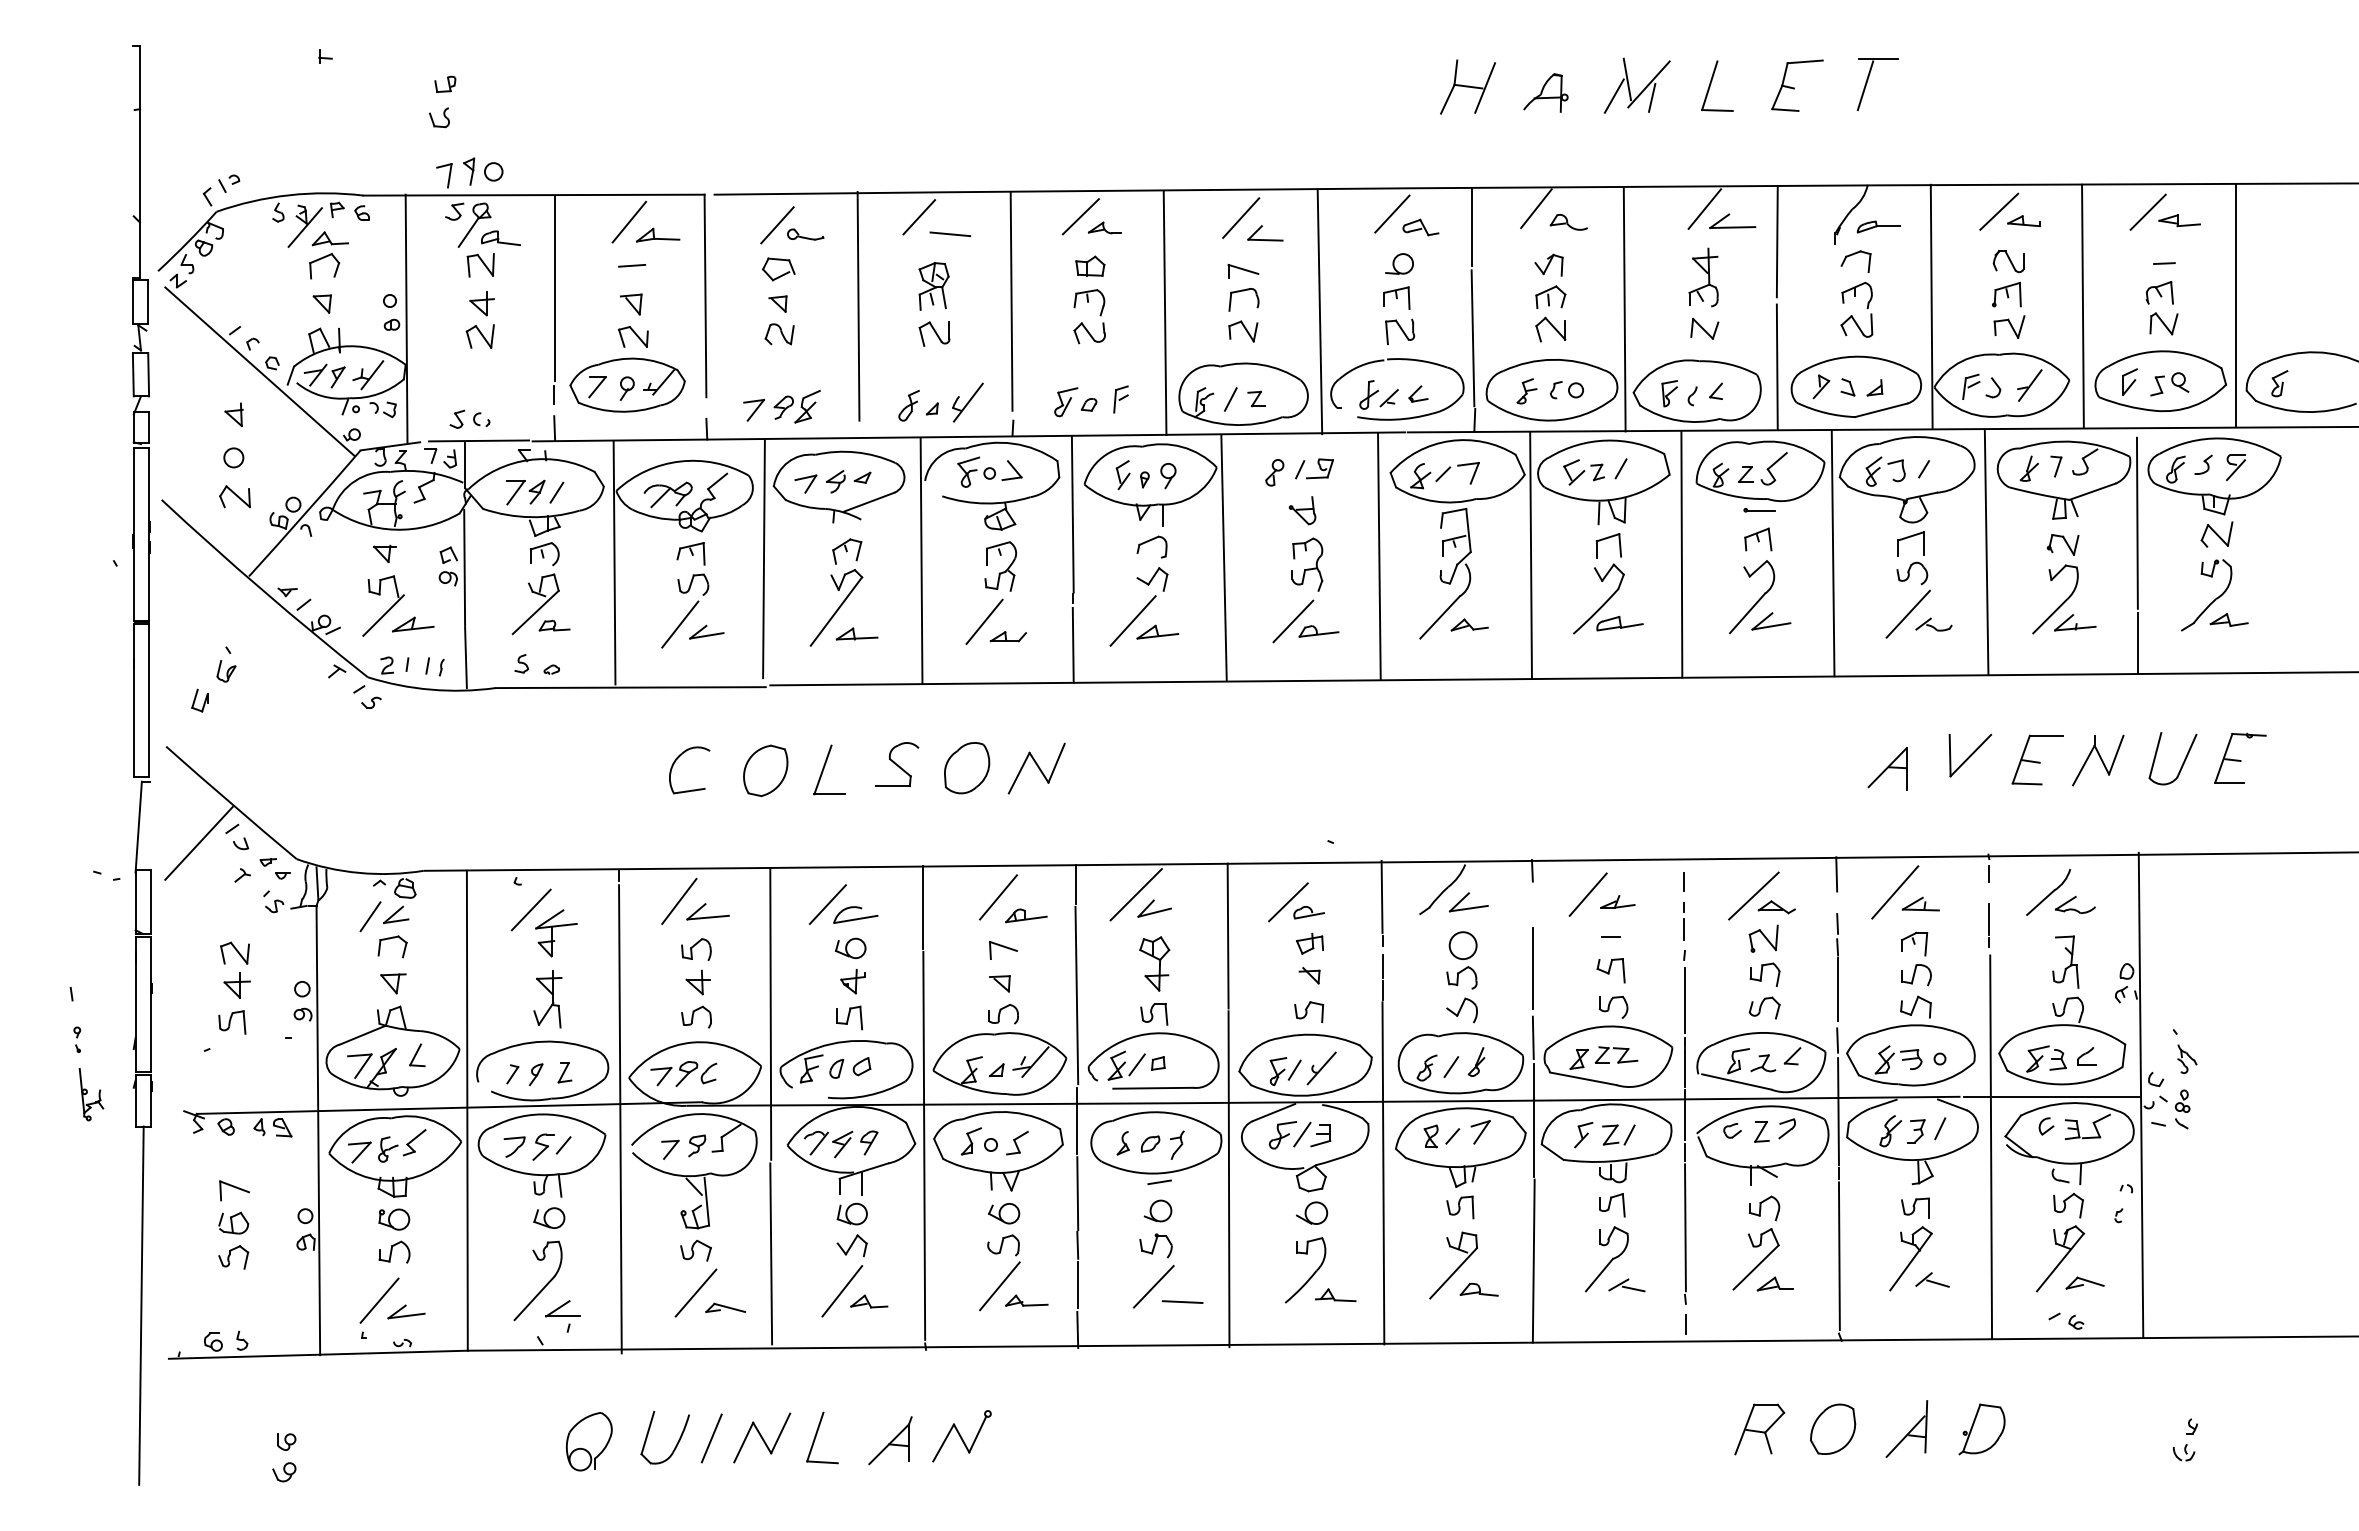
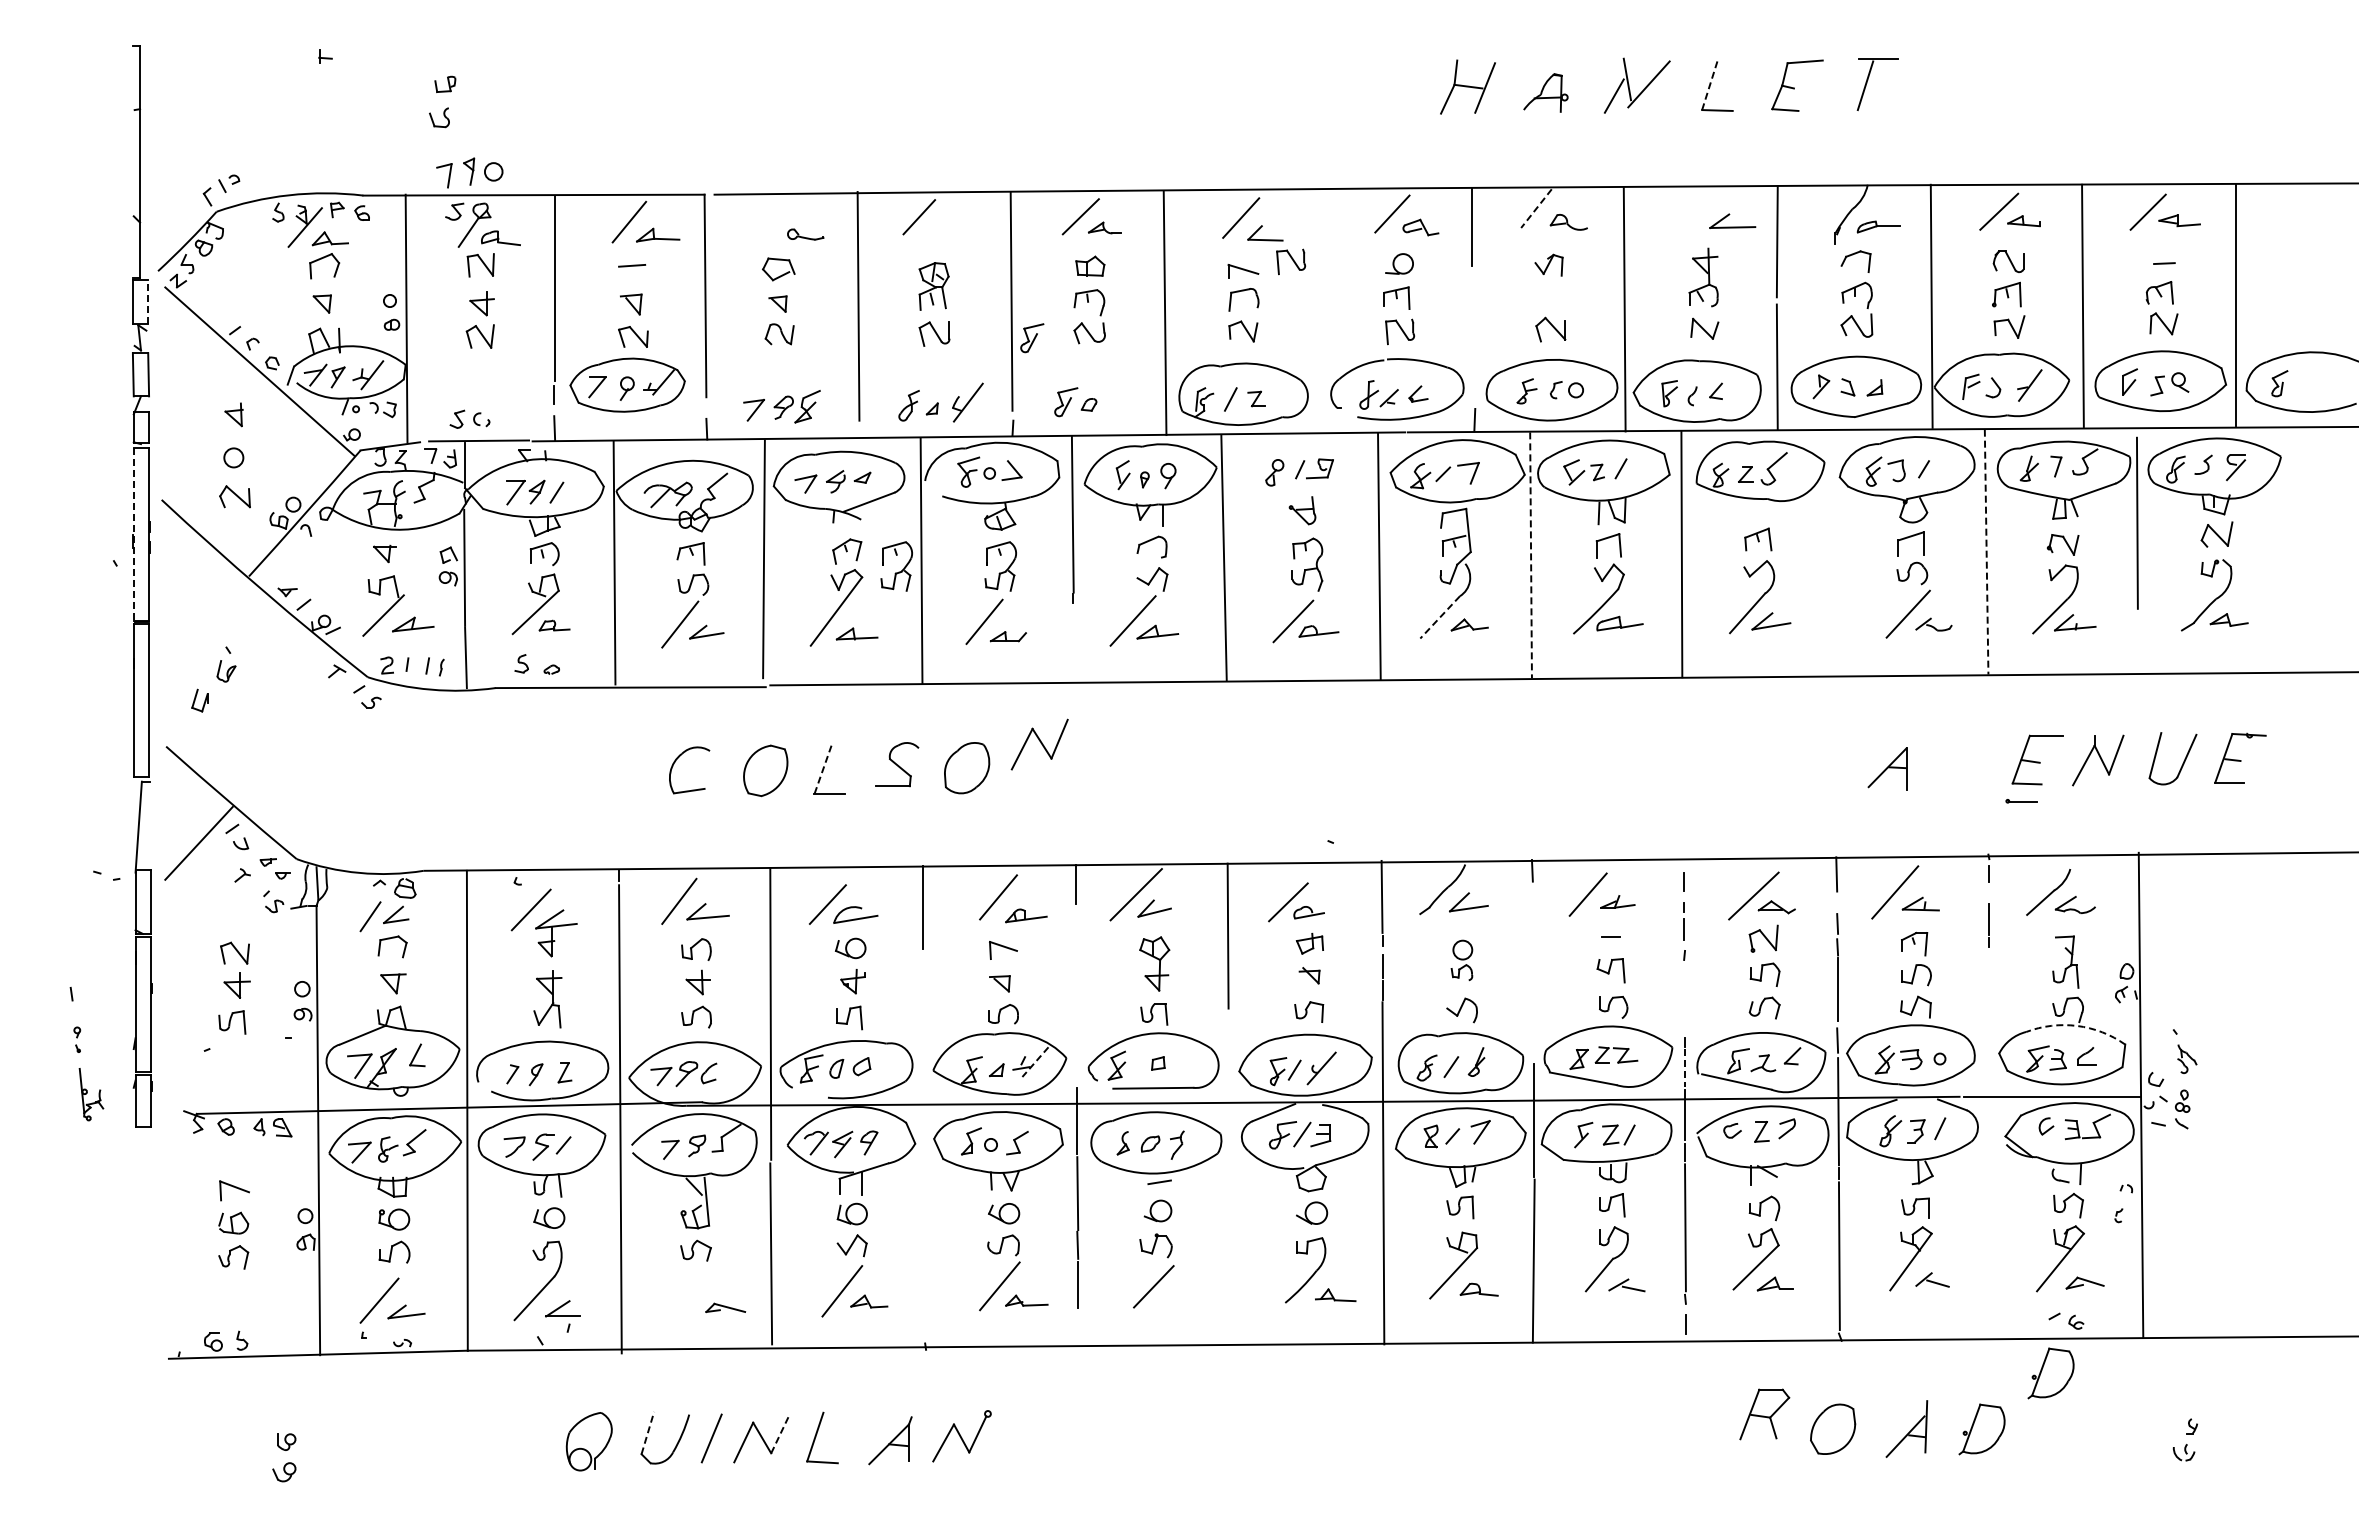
line at (1709, 86): solid -> dashed
line at (1652, 97): present -> none
line at (1536, 208): solid -> dashed
line at (1704, 208): present -> none
line at (777, 225): present -> none
line at (950, 233): present -> none
part at (1291, 261): none -> present
part at (1550, 296): present -> none
line at (148, 301): solid -> dashed
line at (1319, 312): present -> none
part at (1032, 338): none -> present
line at (1472, 338): present -> none
part at (1120, 399): present -> none
part at (1759, 510) position: (1759, 510) -> (2021, 801)
line at (133, 534): solid -> dashed
line at (1986, 552): solid -> dashed
line at (1832, 553): present -> none
line at (1531, 555): solid -> dashed
part at (896, 566): none -> present
line at (1440, 617): solid -> dashed
line at (2137, 642): present -> none
line at (1072, 644): present -> none
part at (1970, 755): present -> none
part at (1036, 768) position: (1036, 768) -> (1039, 744)
line at (822, 770): solid -> dashed
part at (1461, 960) size: 32x59 px -> 24x43 px
line at (1532, 968): present -> none
line at (1076, 995): present -> none
line at (1685, 1000): present -> none
arc at (2077, 1025): solid -> dashed
line at (1532, 1037): present -> none
line at (1035, 1062): solid -> dashed
line at (1136, 1064): present -> none
line at (1685, 1068): solid -> dashed
line at (924, 1145): present -> none
line at (1991, 1146): present -> none
line at (1228, 1179): present -> none
line at (695, 1292): present -> none
line at (1182, 1301): present -> none
line at (141, 1305): present -> none
line at (1077, 1329): present -> none
part at (2050, 1373): none -> present
part at (1759, 1429) position: (1759, 1429) -> (1764, 1414)
line at (648, 1432): solid -> dashed
line at (780, 1433): solid -> dashed
